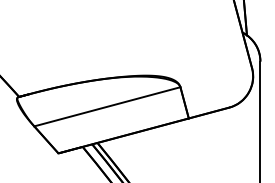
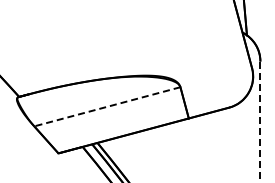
line at (107, 106): solid -> dashed
line at (260, 122): solid -> dashed
